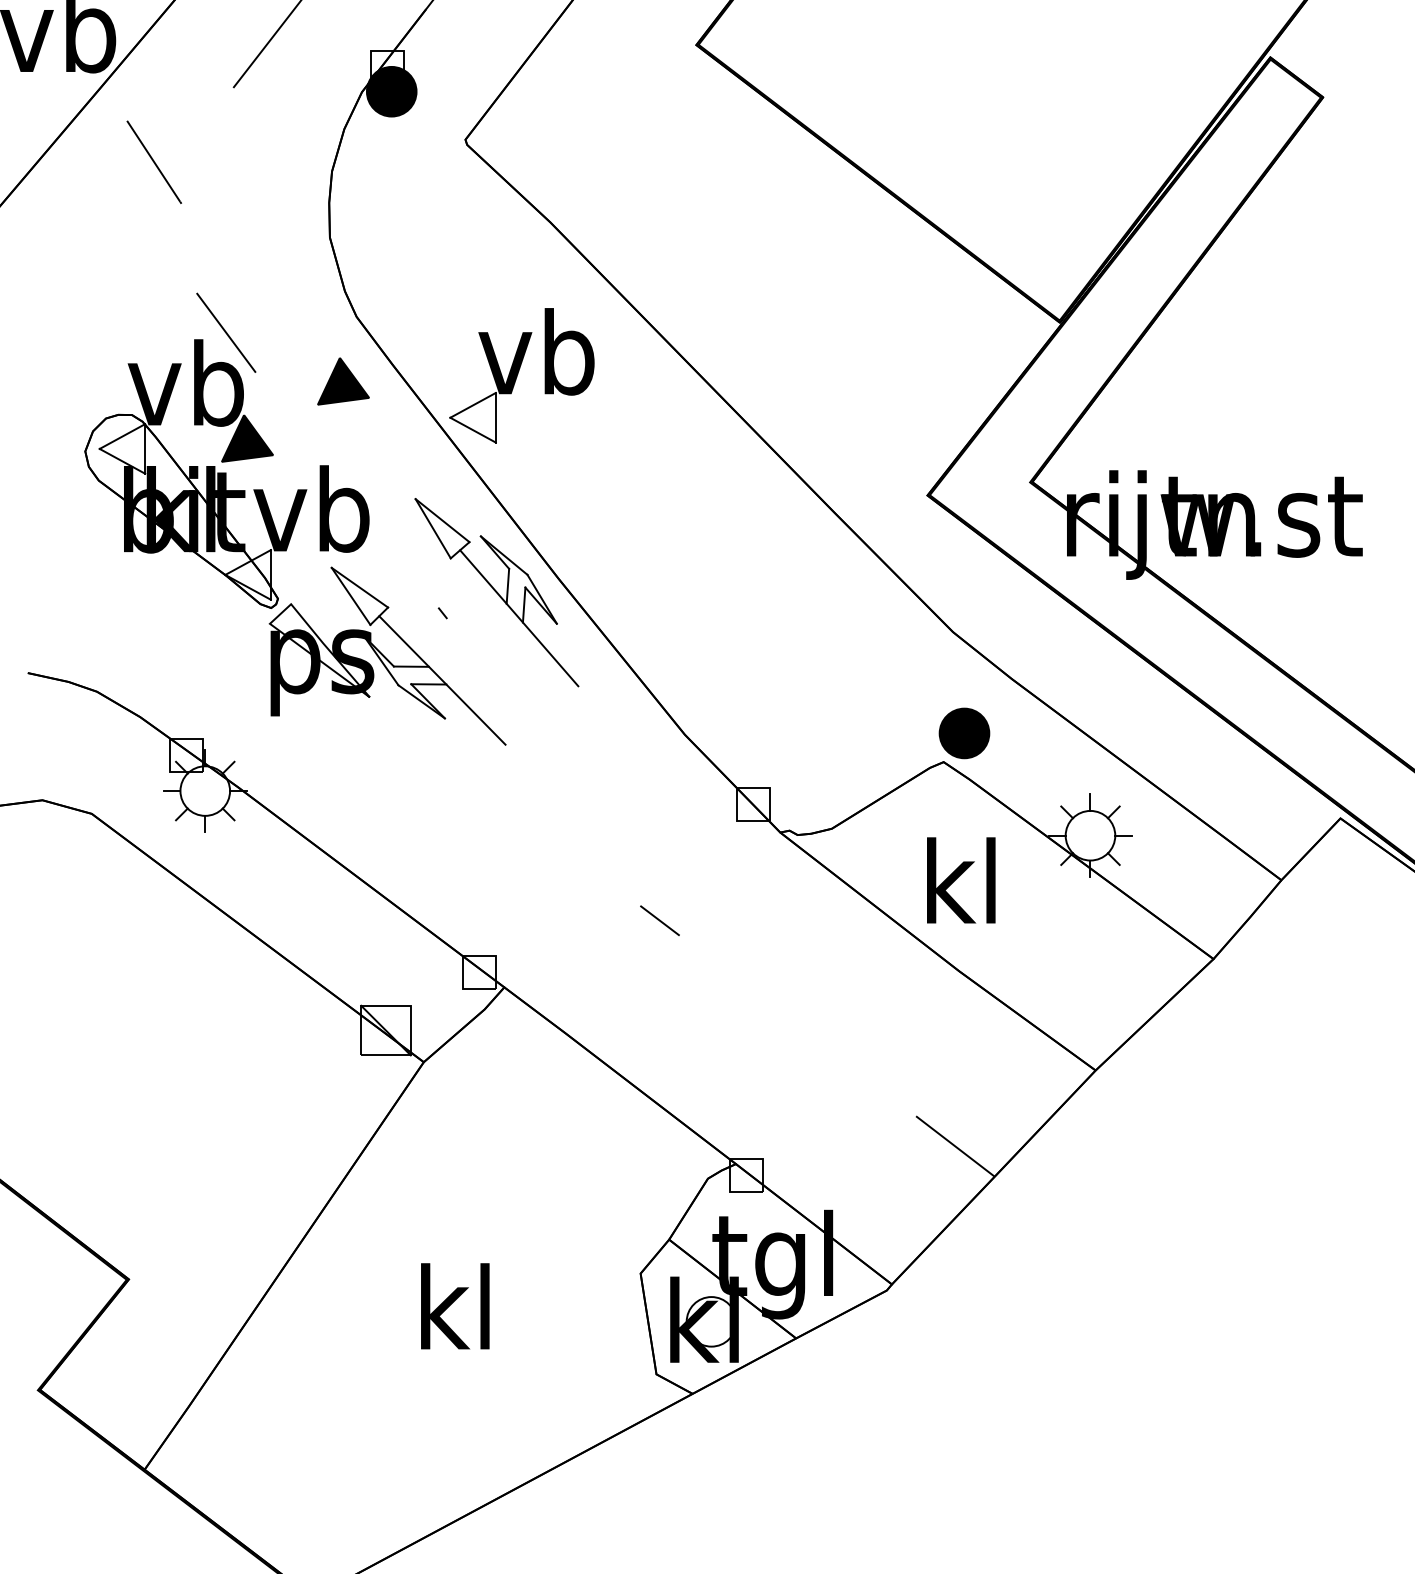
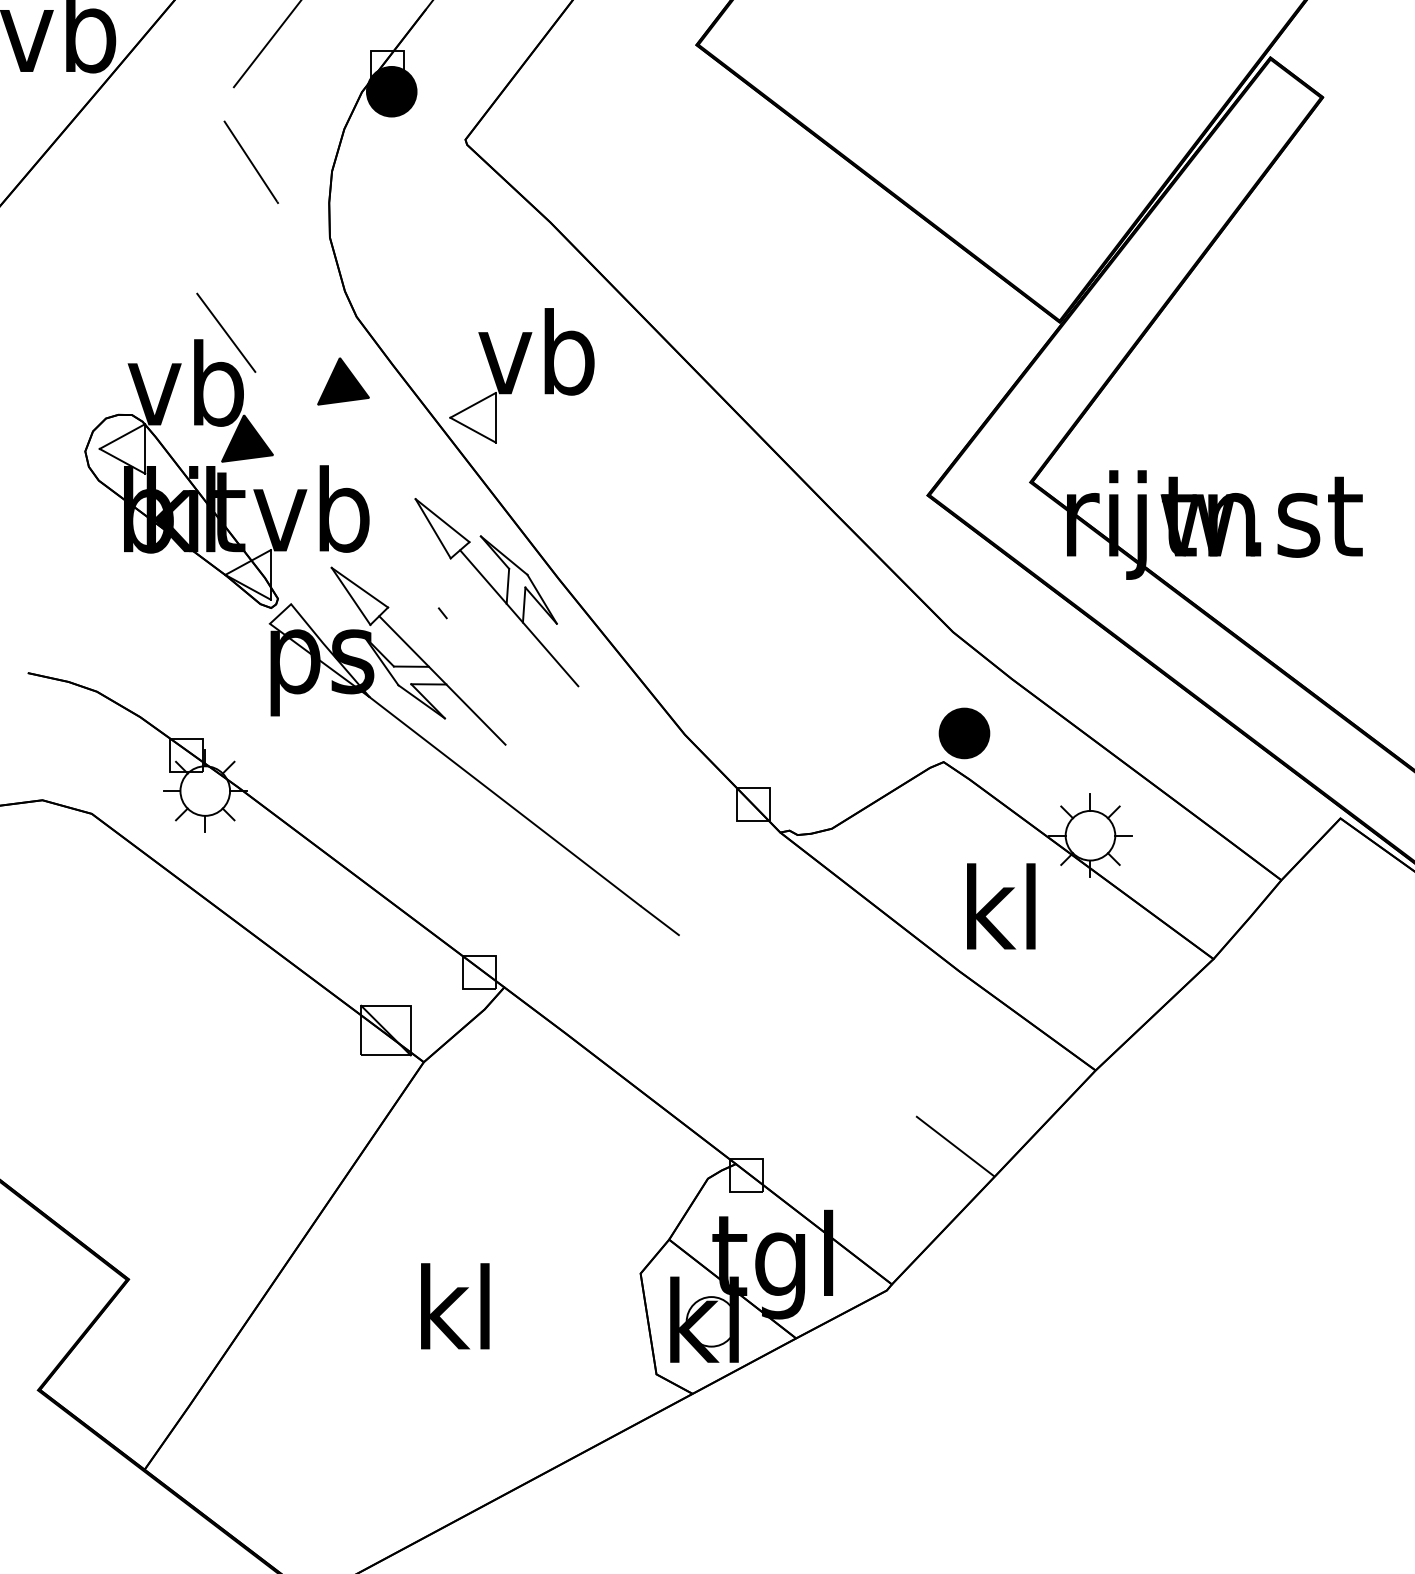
line at (153, 161) position: (153, 161) -> (250, 161)
line at (504, 801): none -> present
text at (961, 880) position: (961, 880) -> (1001, 906)
